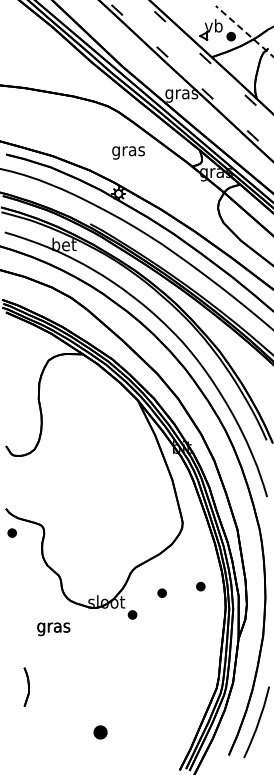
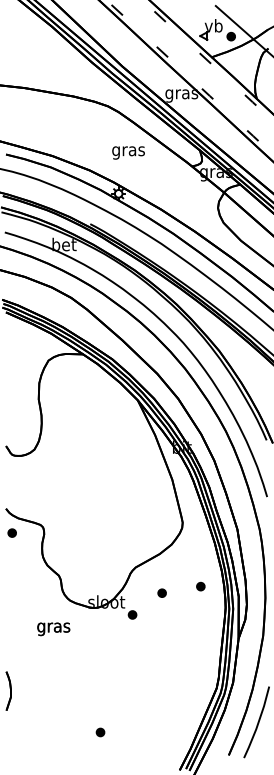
line at (244, 31): dashed -> solid
part at (26, 686) position: (26, 686) -> (8, 690)
part at (100, 732) size: 15x15 px -> 11x11 px
